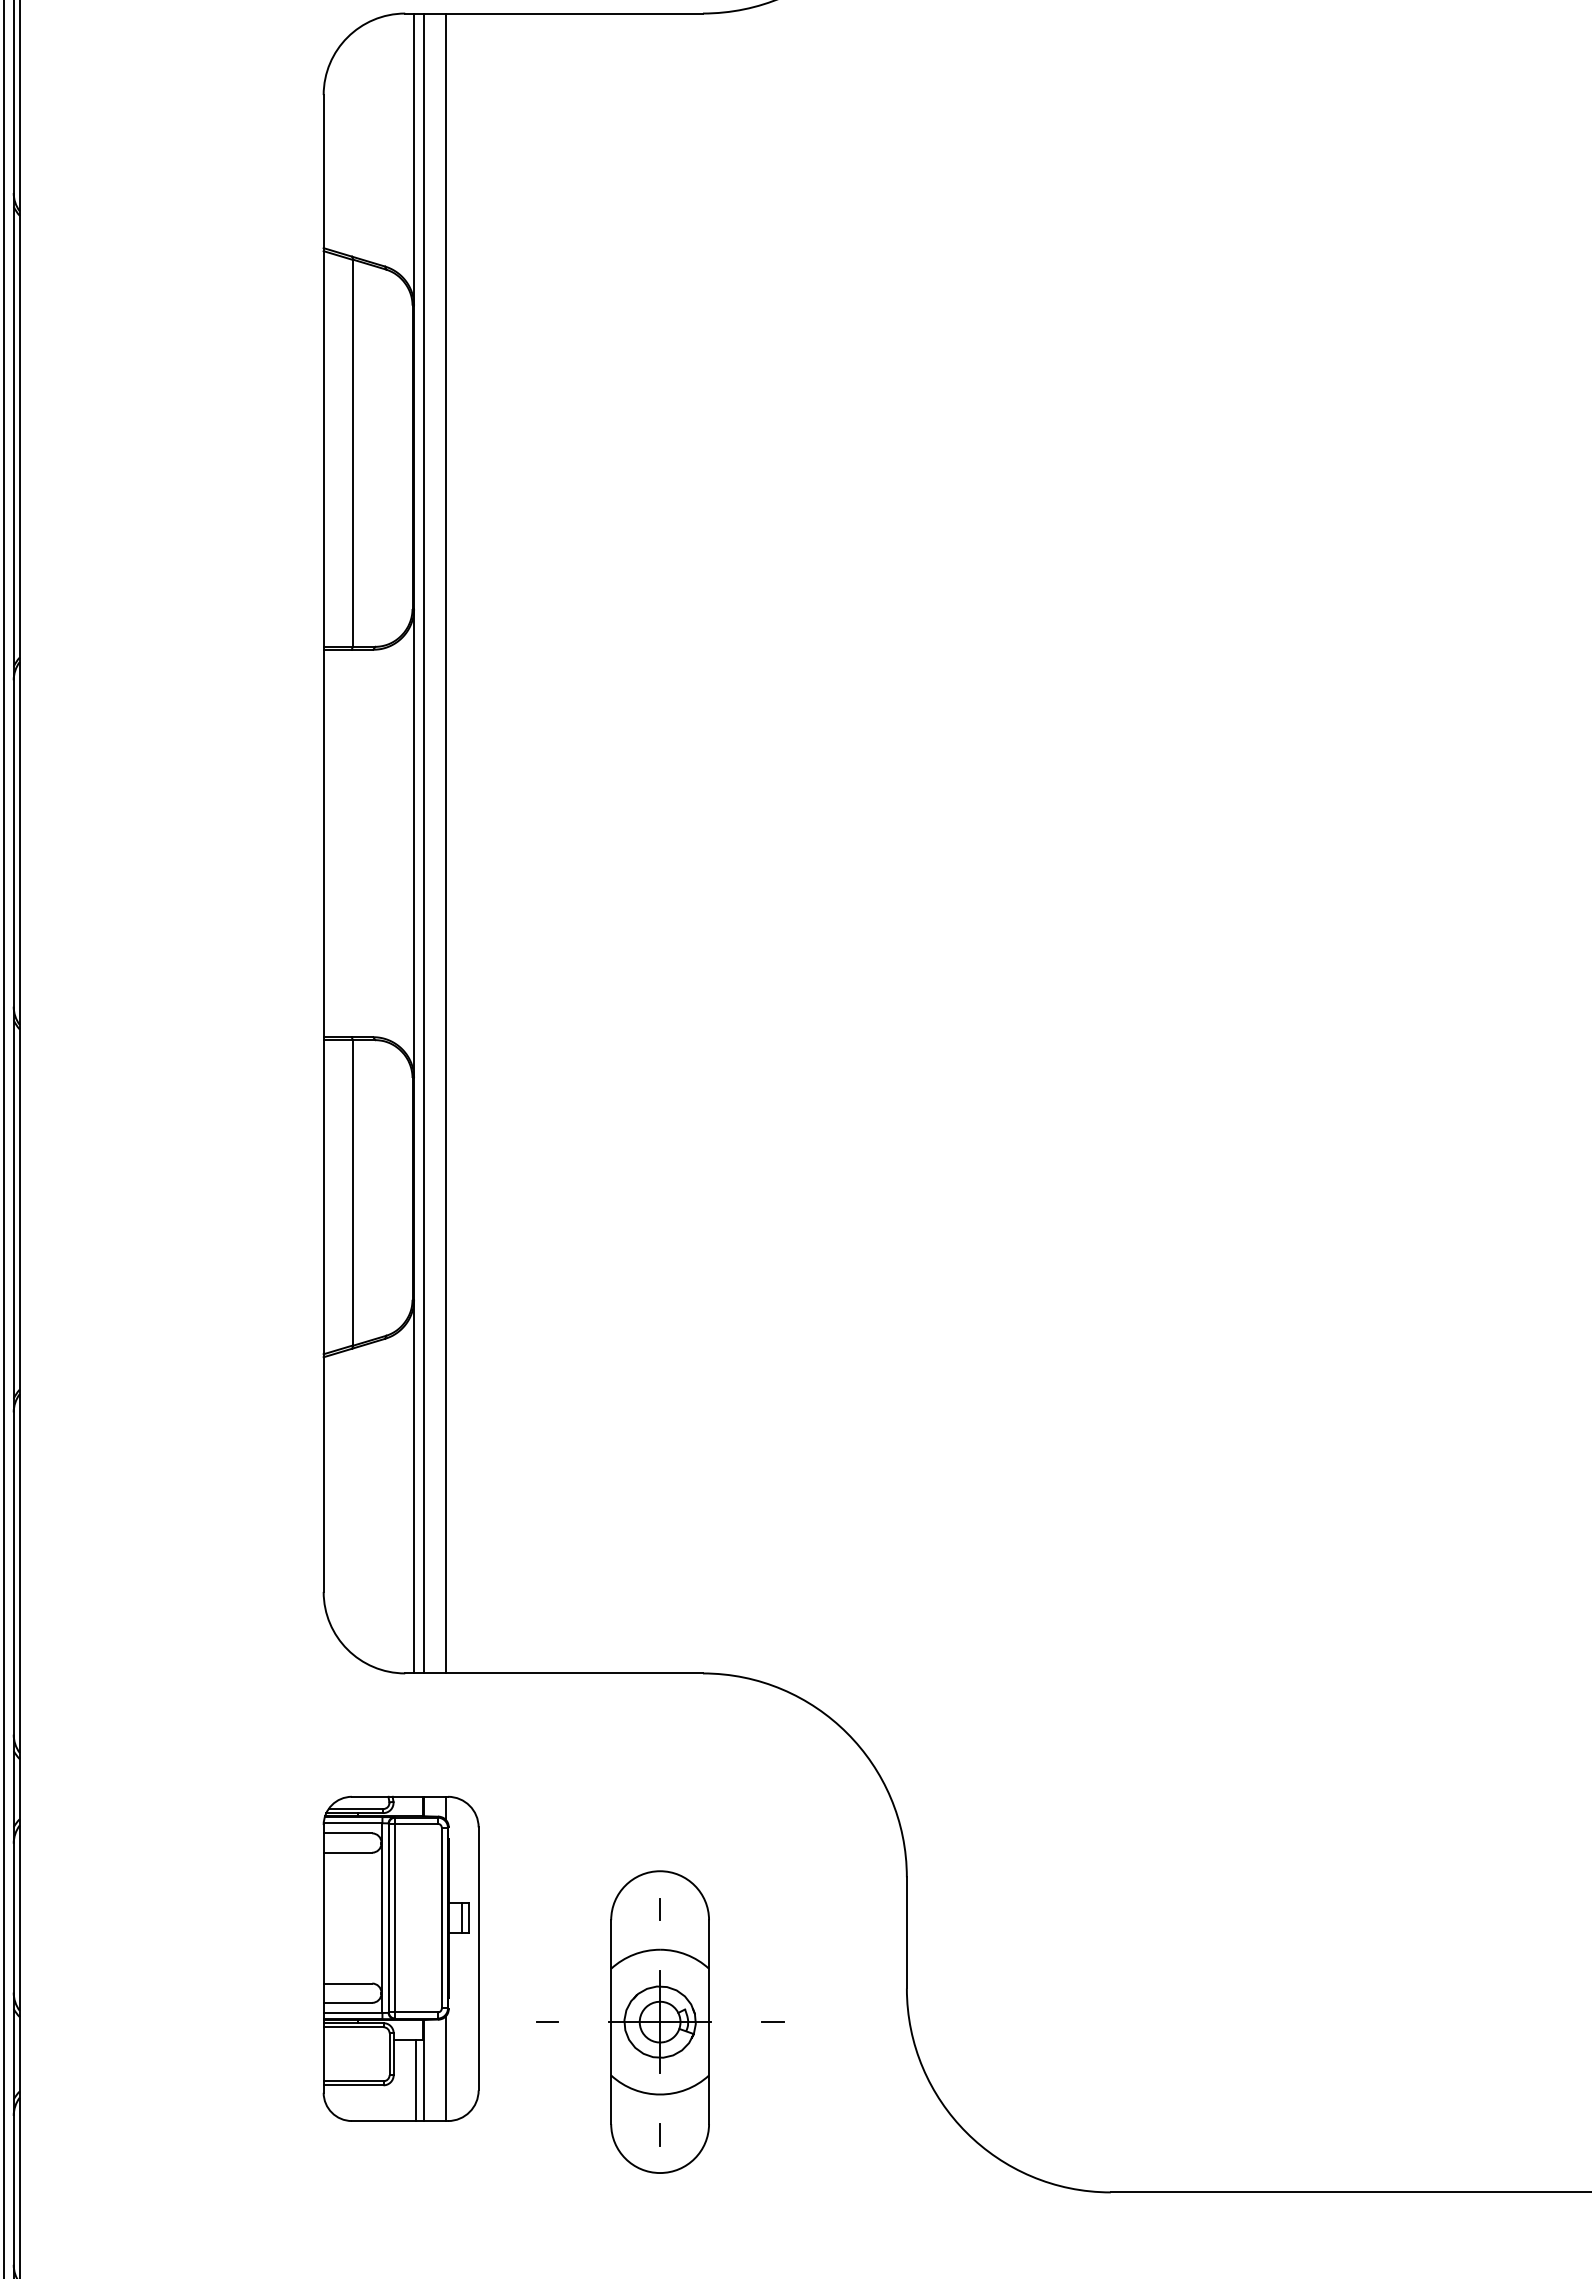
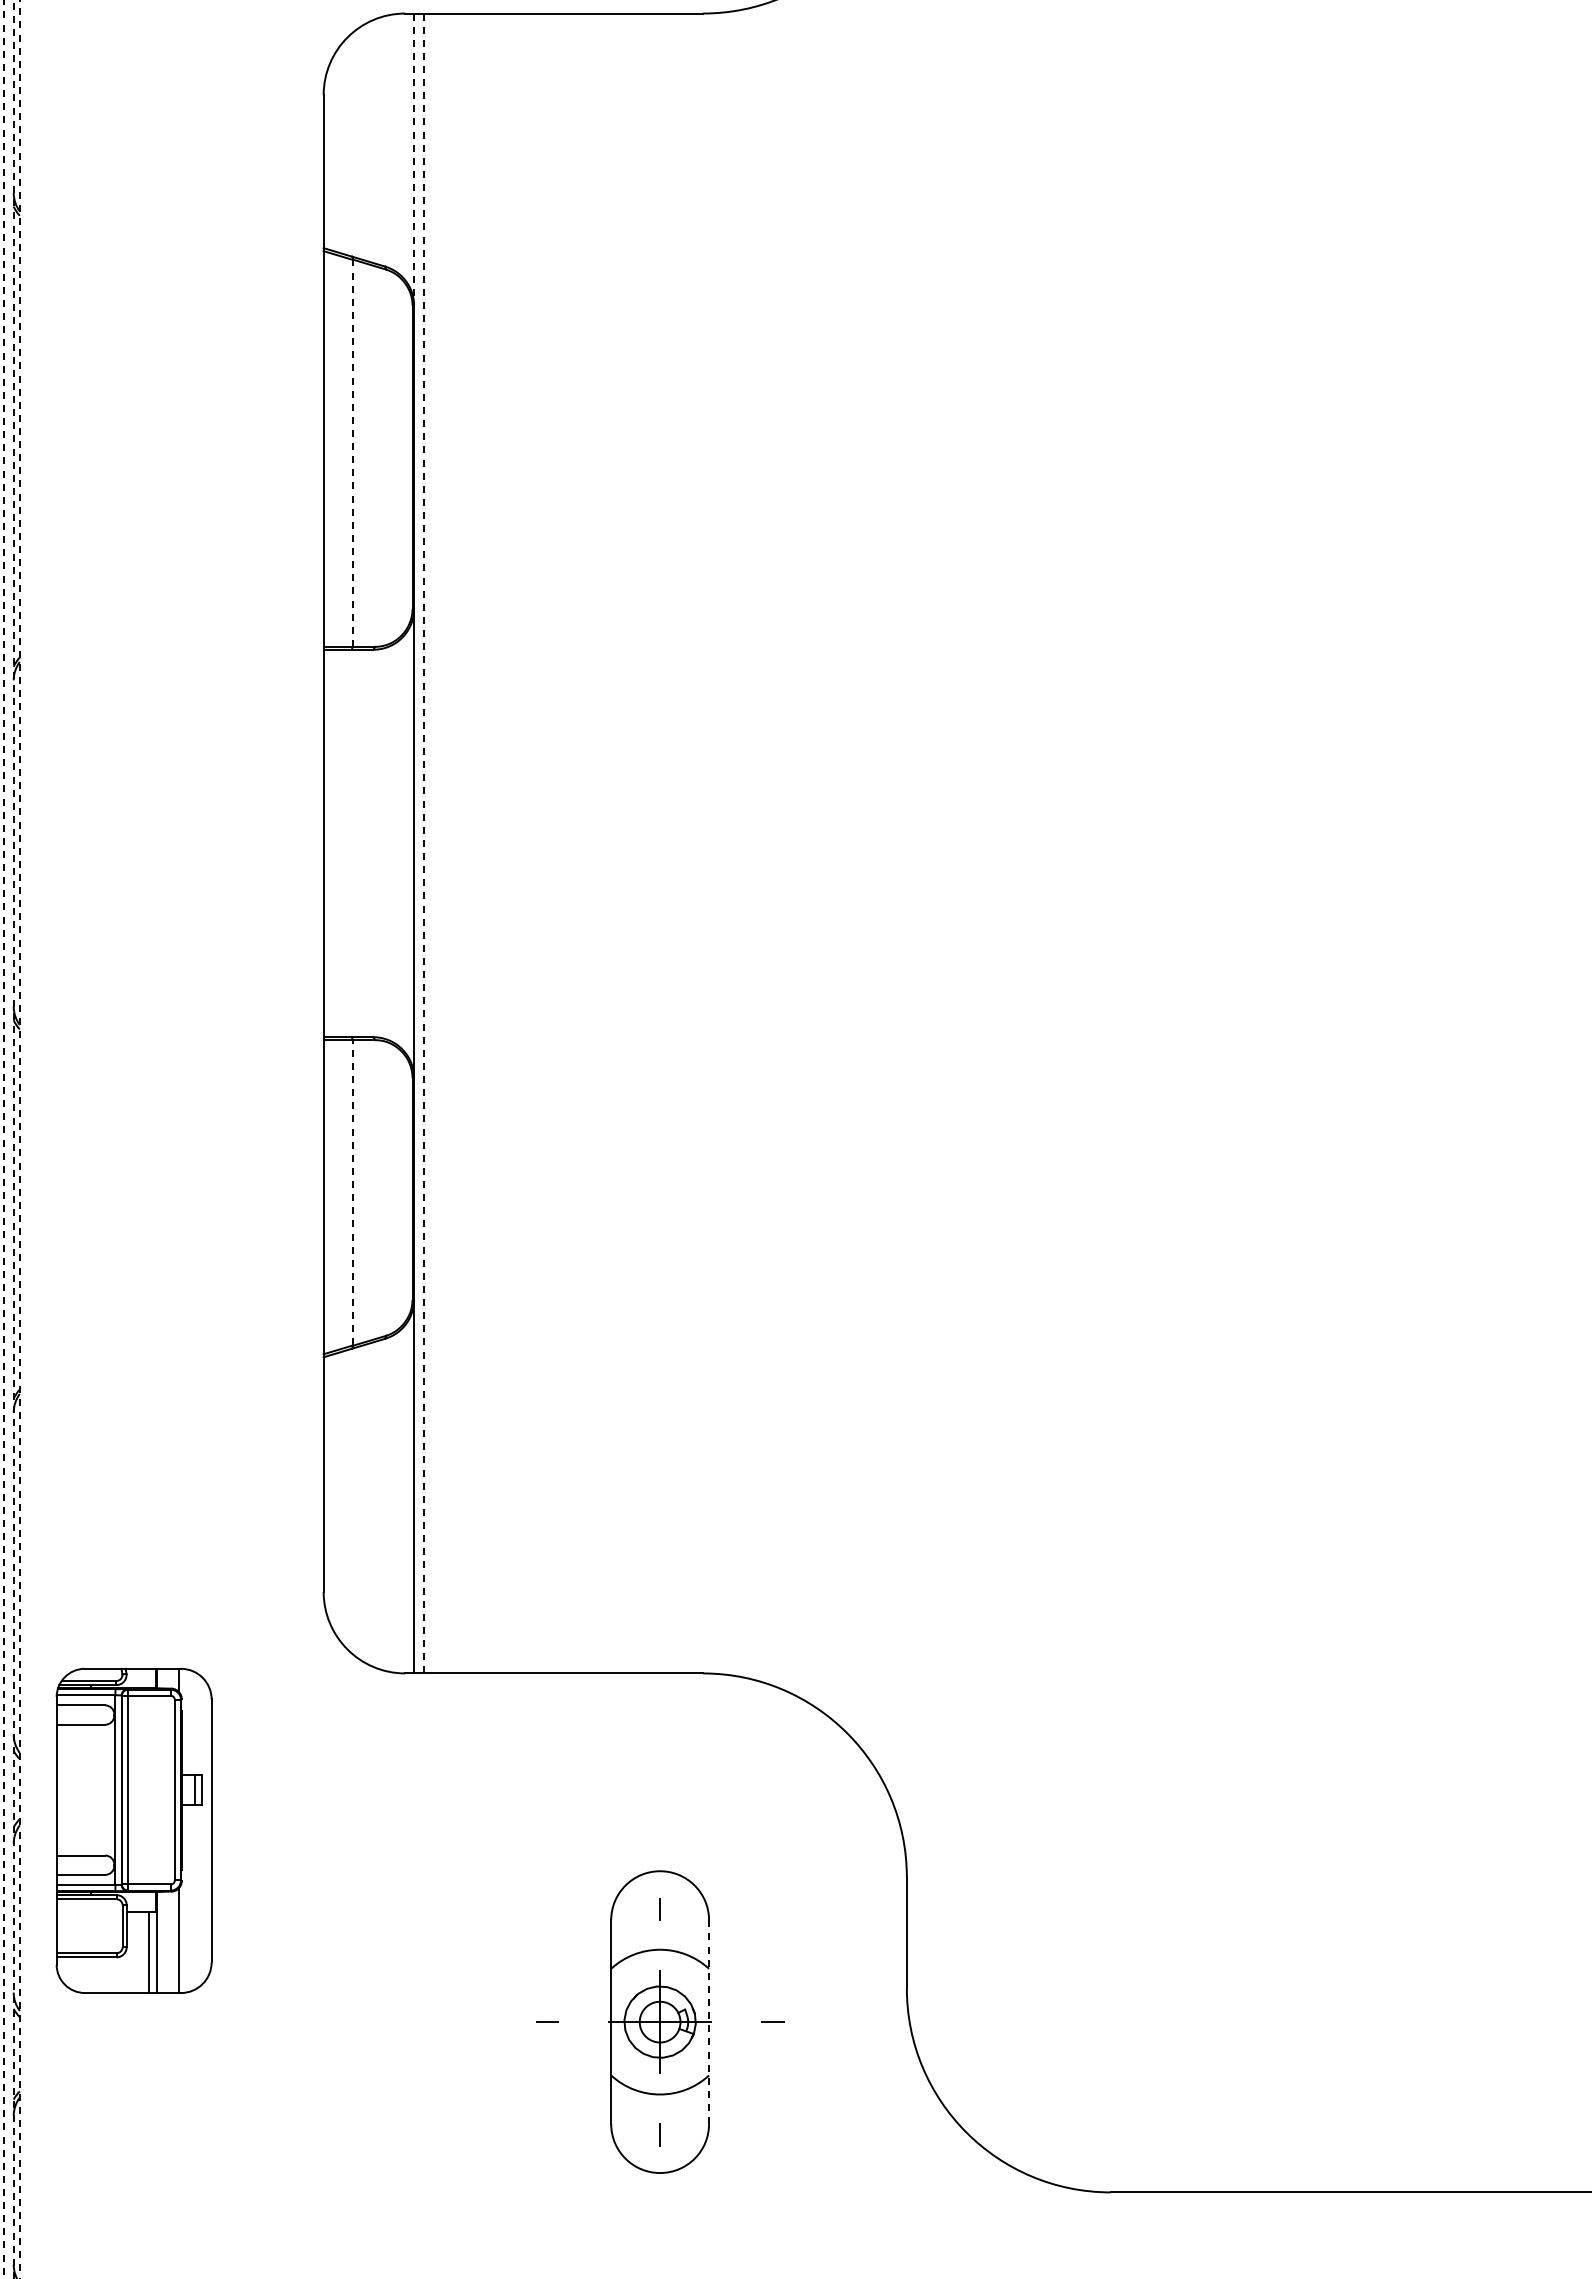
line at (414, 160): solid -> dashed
line at (352, 452): solid -> dashed
line at (424, 843): solid -> dashed
line at (445, 843): present -> none
line at (19, 1138): solid -> dashed
line at (3, 1139): solid -> dashed
line at (13, 1139): solid -> dashed
line at (352, 1192): solid -> dashed
part at (400, 1958) position: (400, 1958) -> (133, 1830)
line at (709, 2022): solid -> dashed
